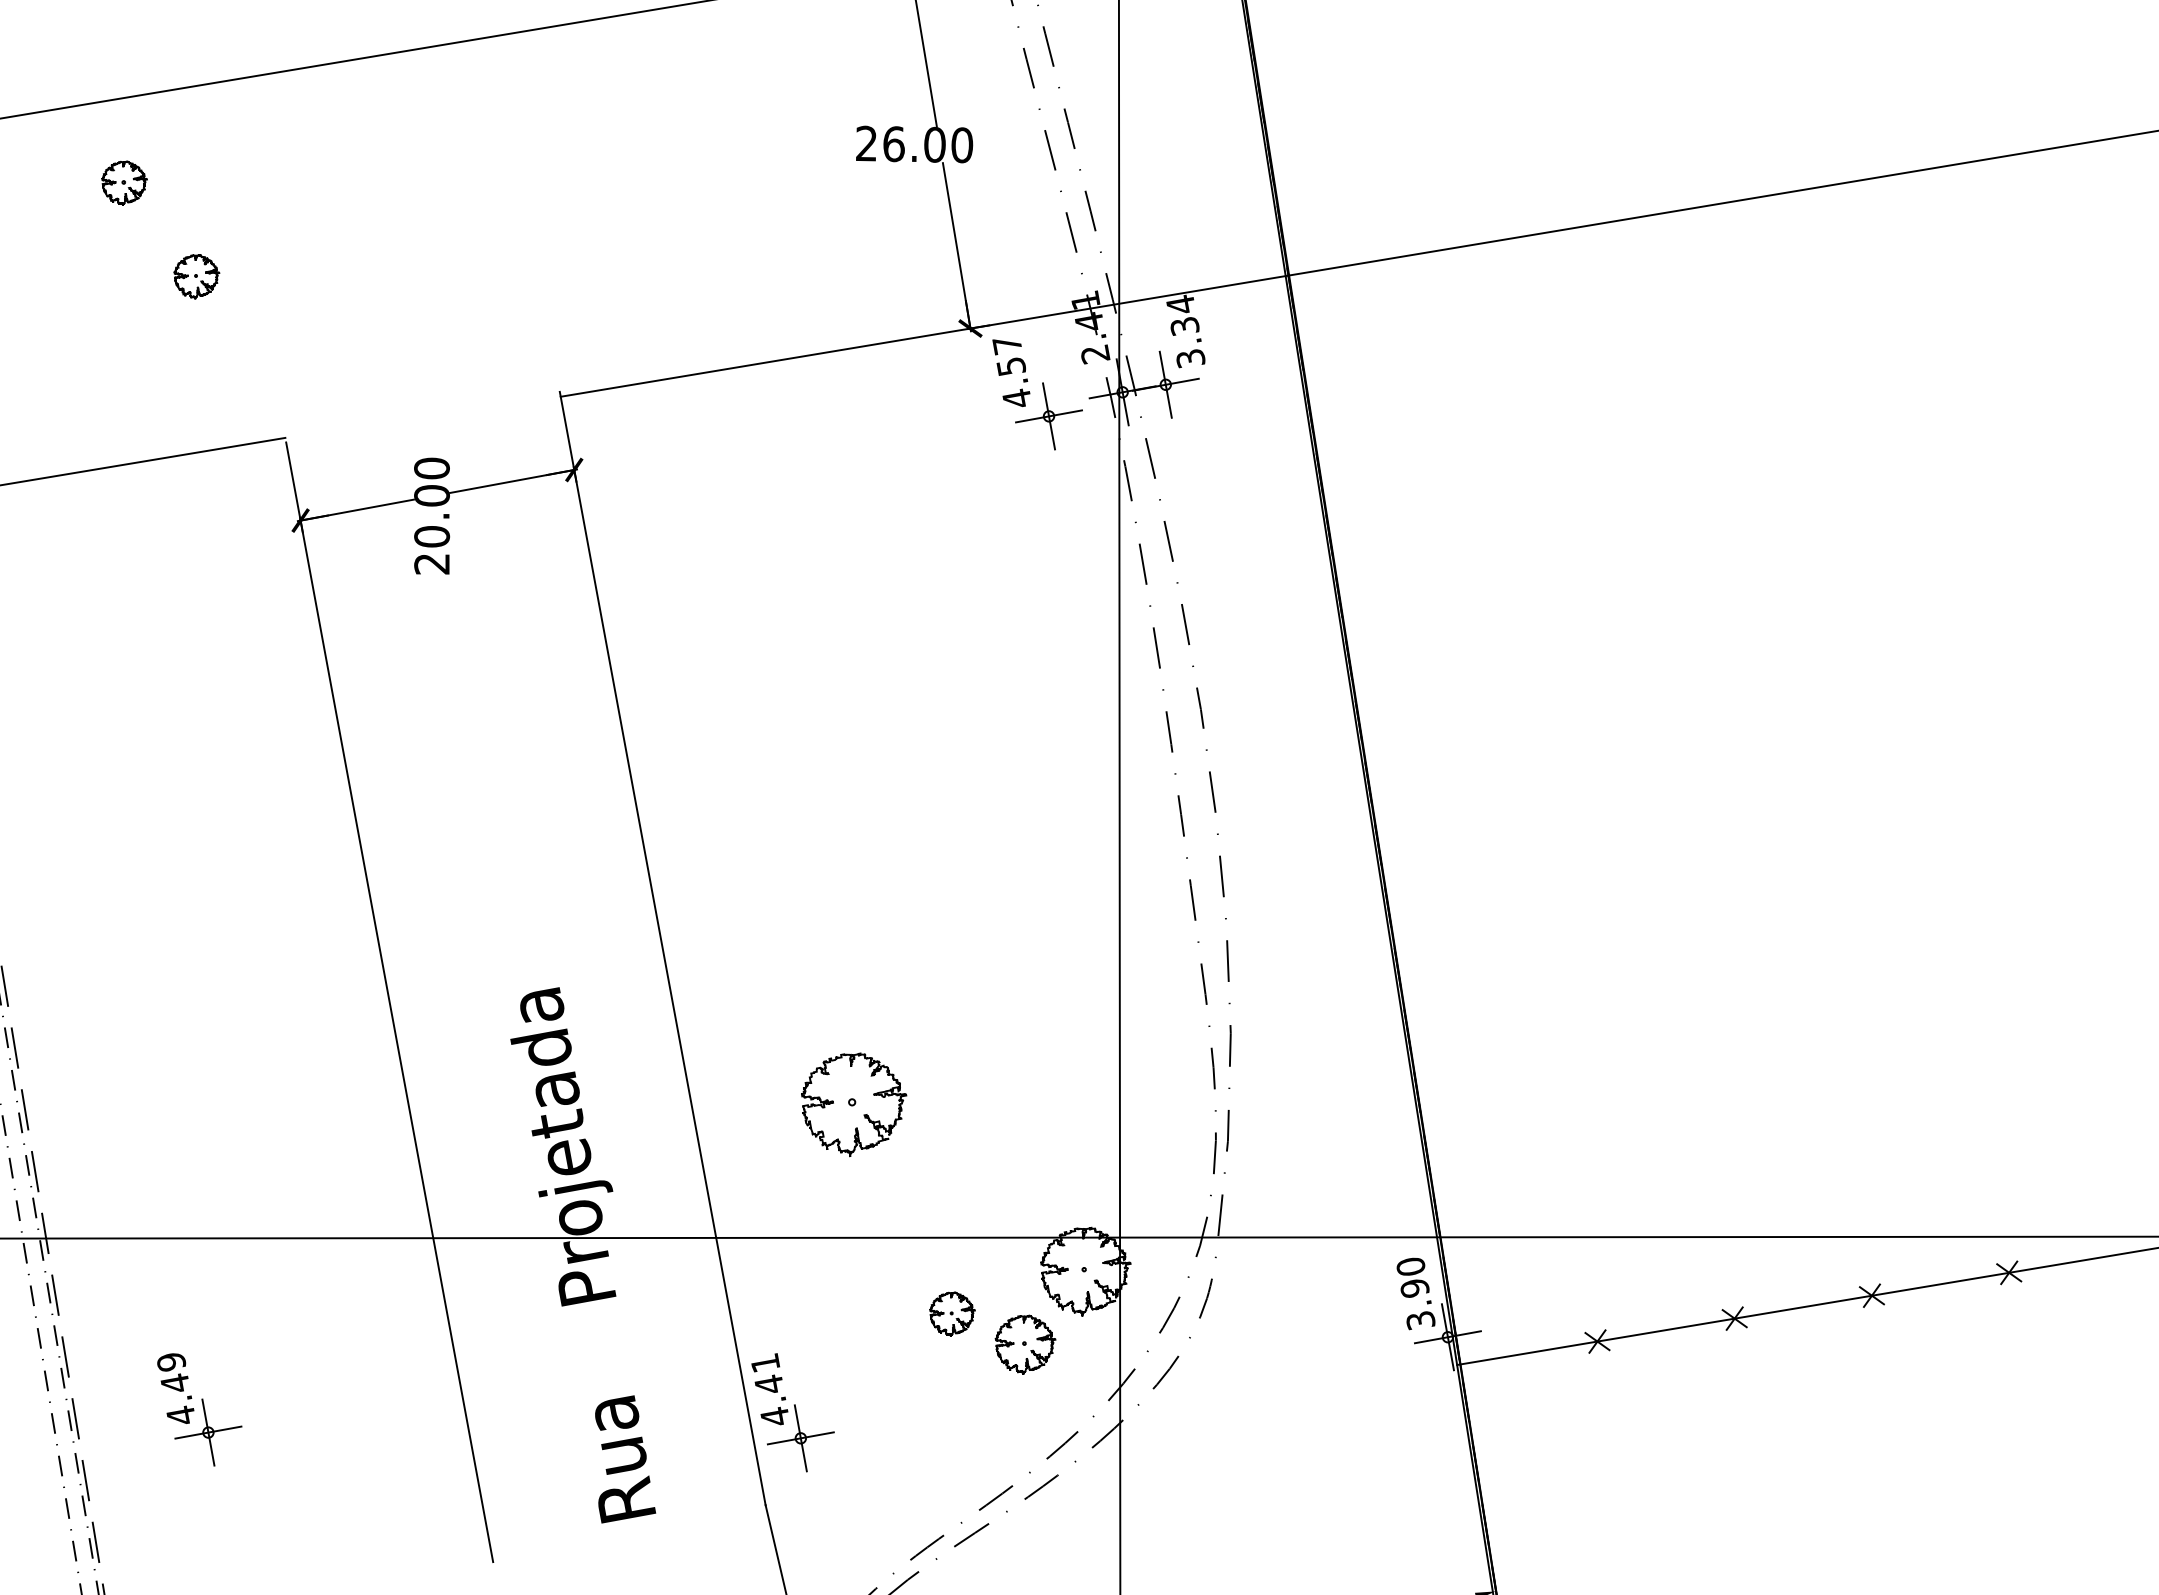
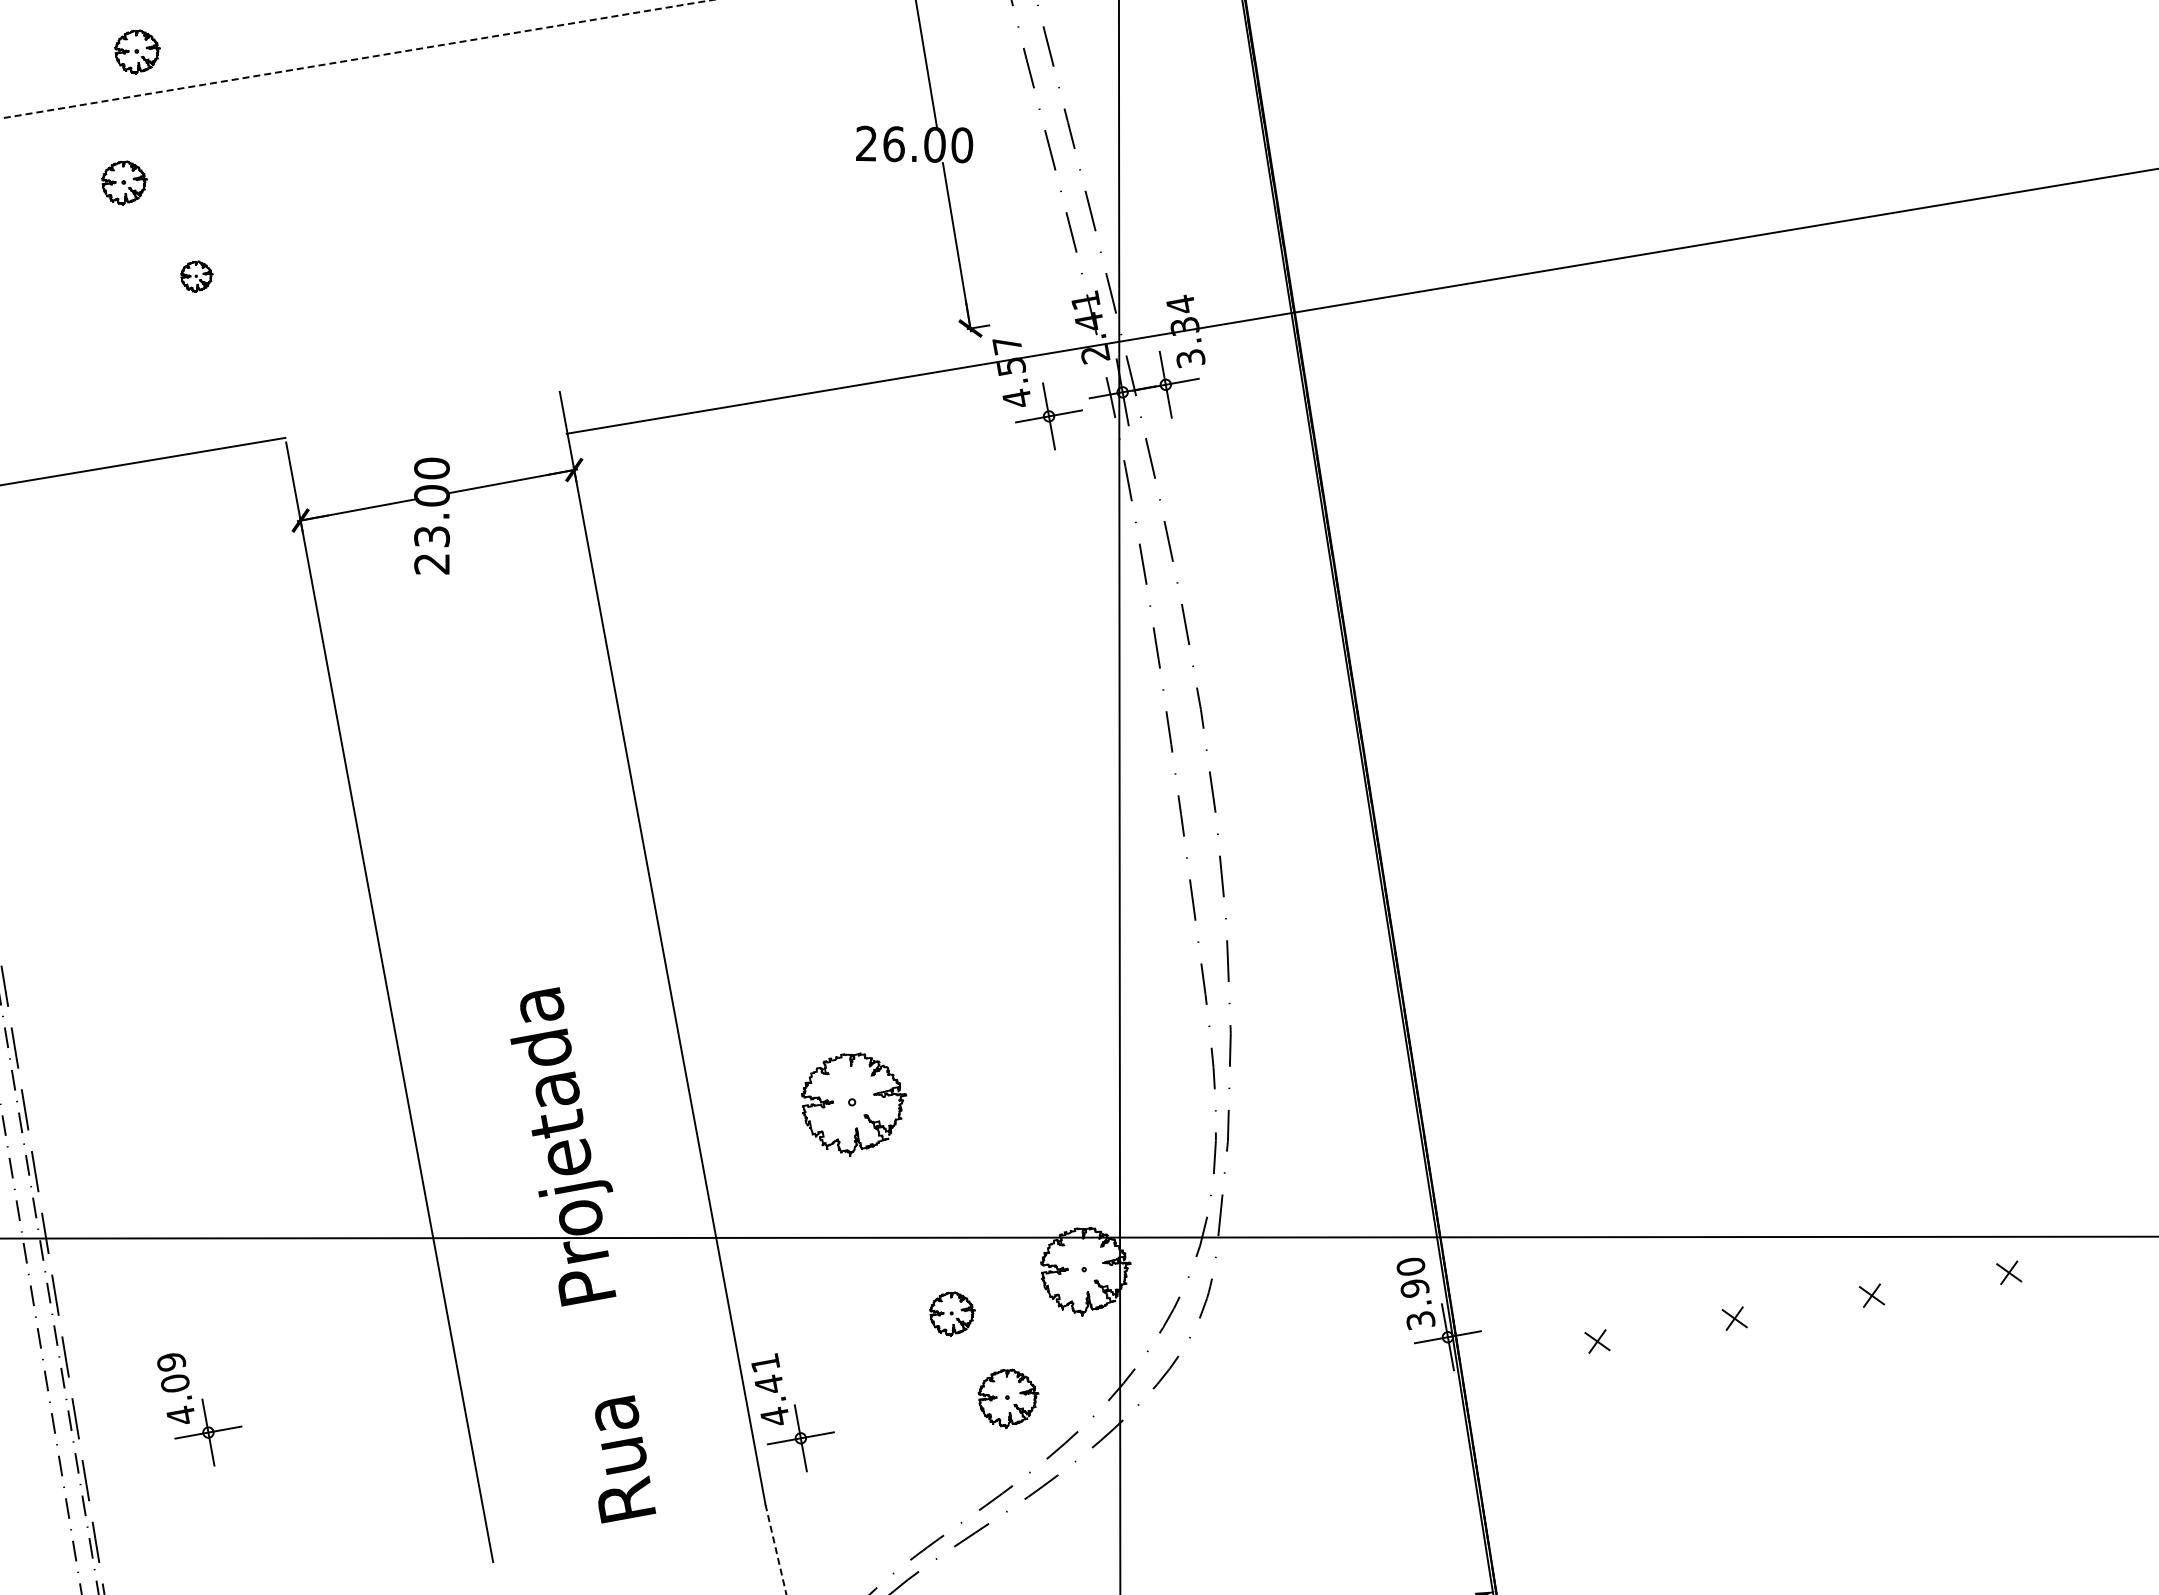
part at (137, 51): none -> present
line at (356, 59): solid -> dashed
line at (1357, 263) position: (1357, 263) -> (1360, 301)
part at (196, 276) size: 48x46 px -> 34x33 px
text at (432, 536): 20.00 -> 23.00
line at (1806, 1306): present -> none
part at (1025, 1344) position: (1025, 1344) -> (1008, 1398)
text at (174, 1382): 4.49 -> 4.09
line at (776, 1549): solid -> dashed
